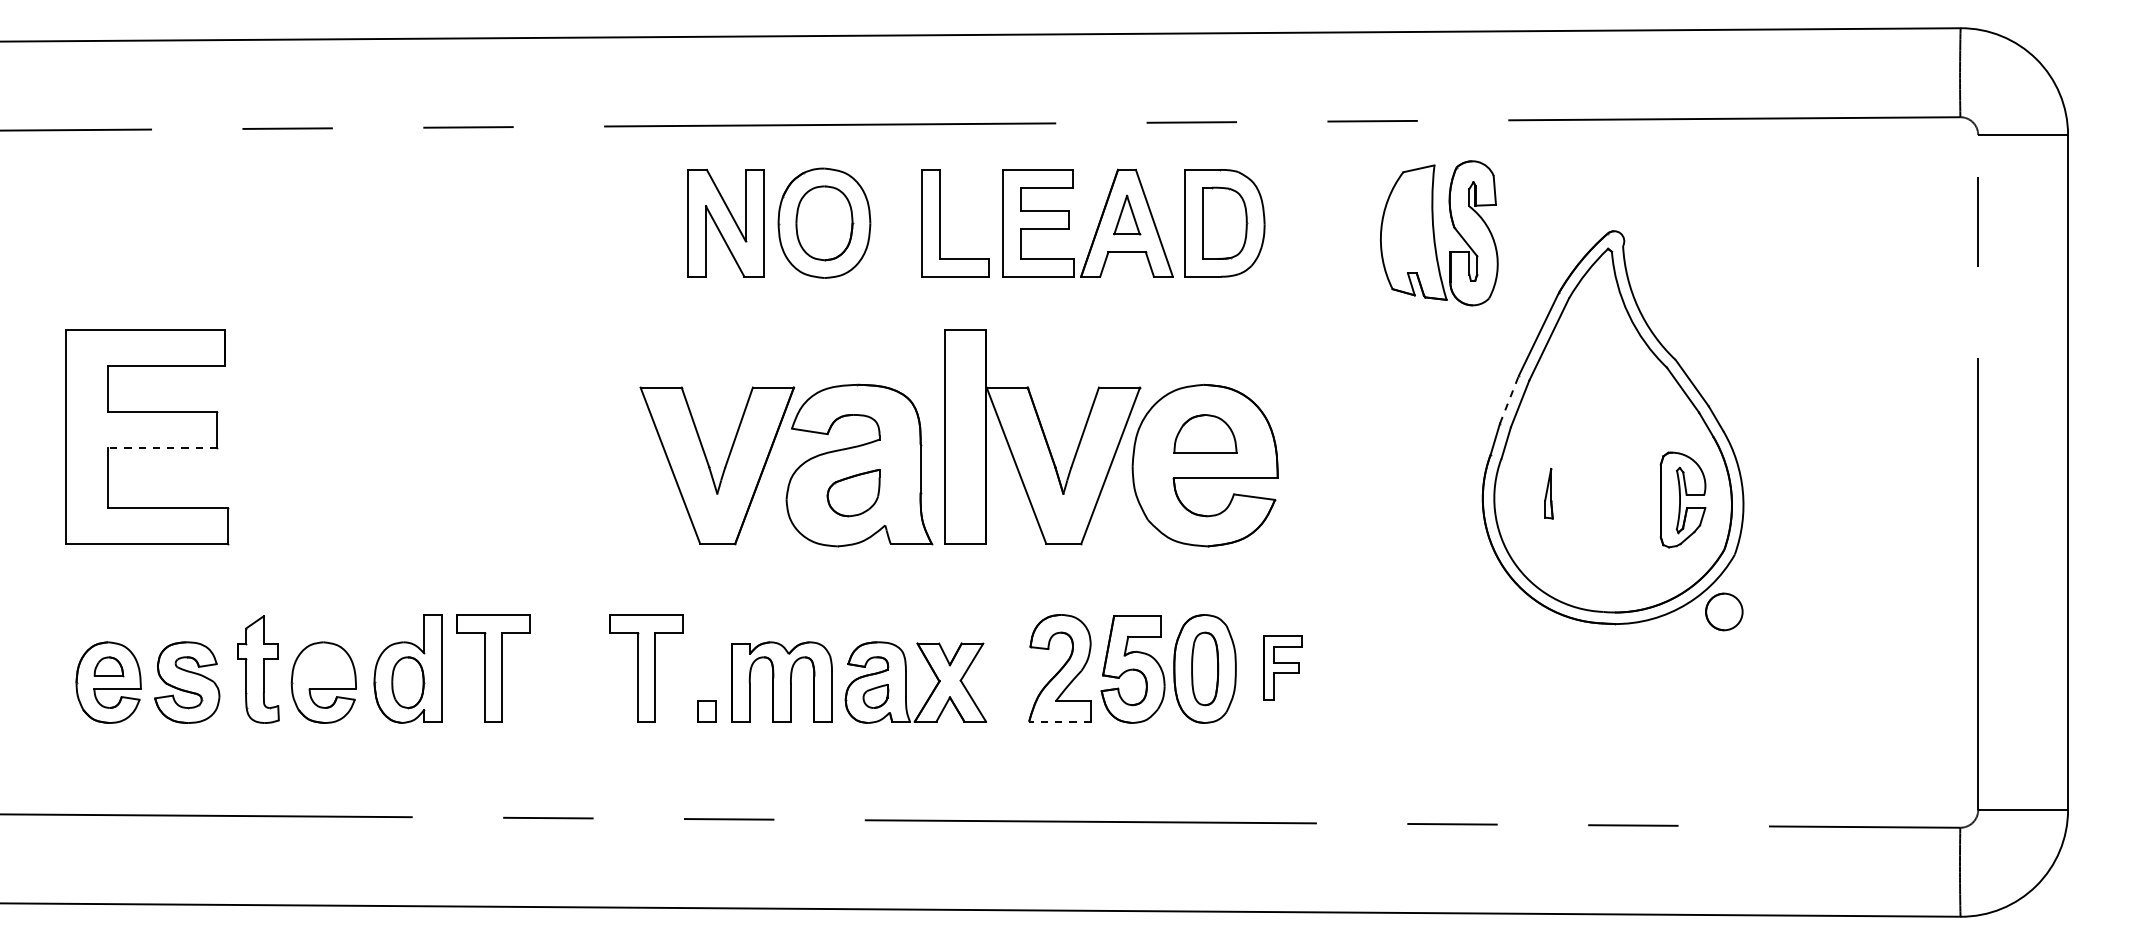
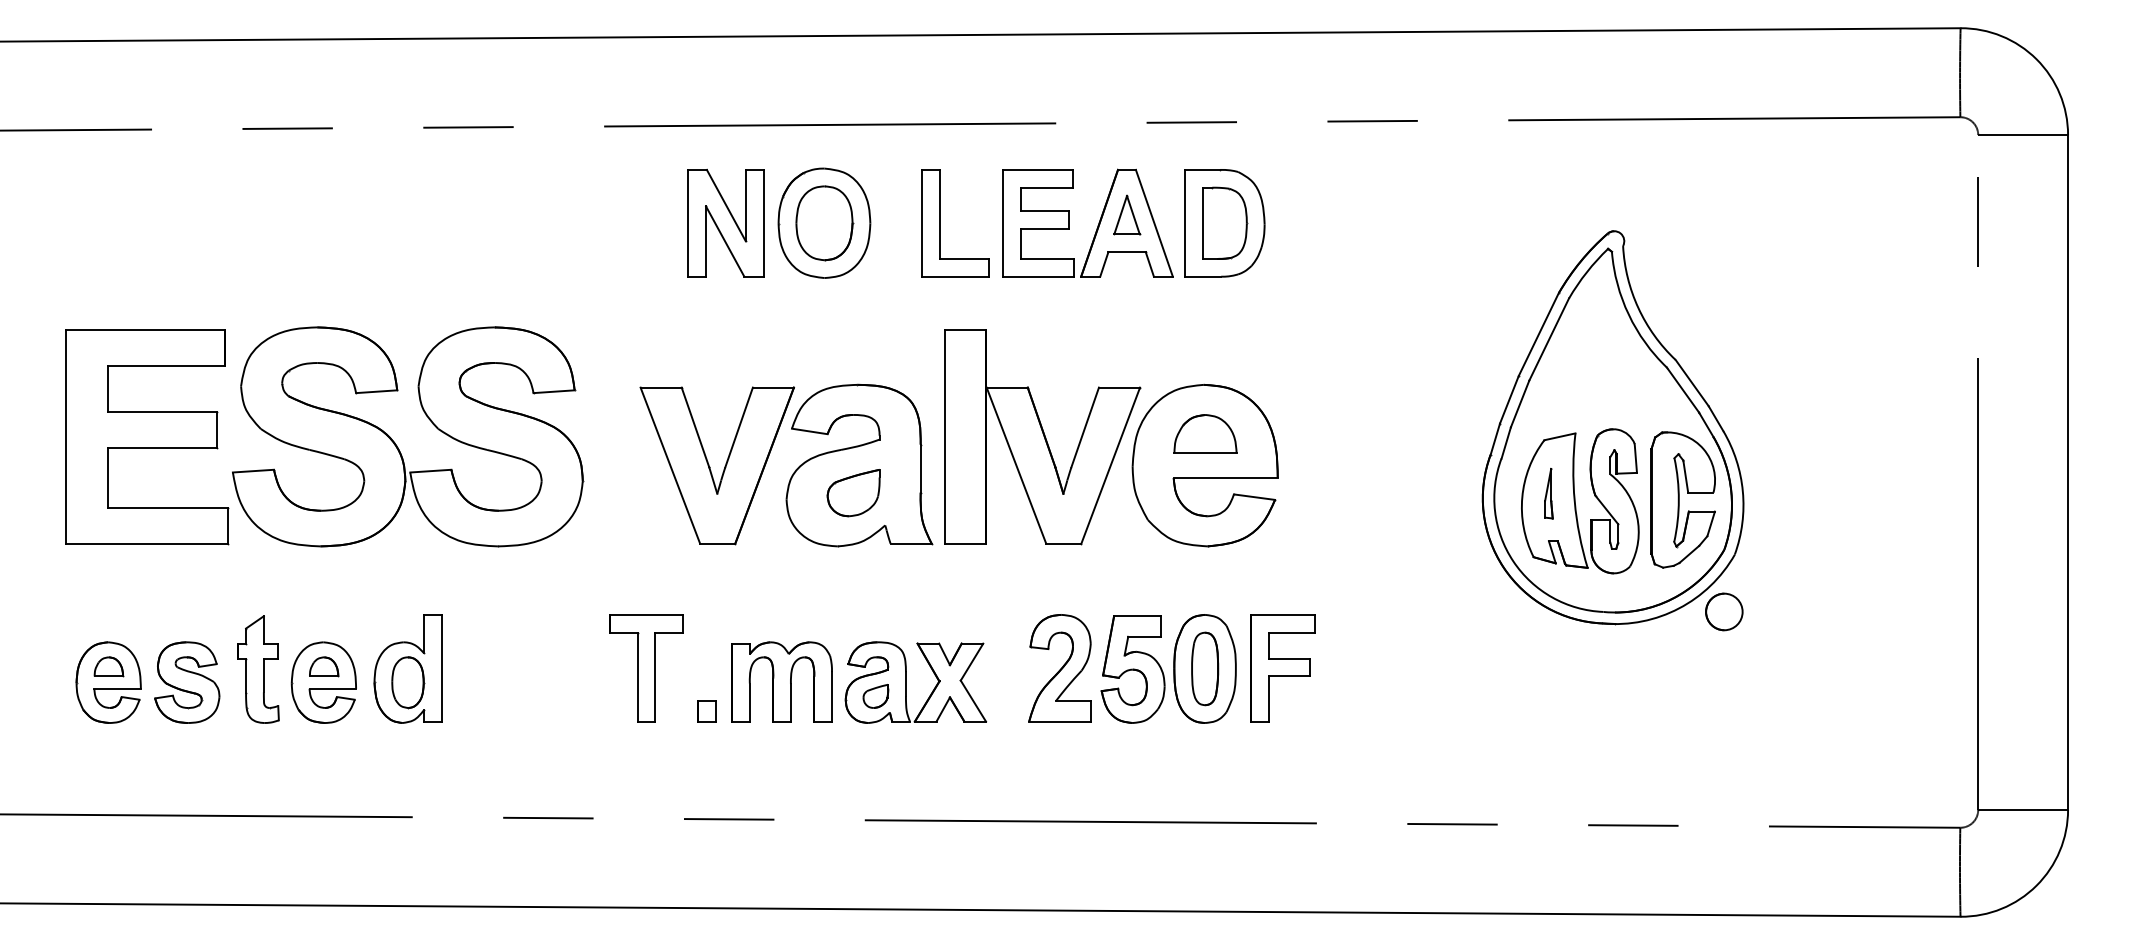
part at (1439, 233) position: (1439, 233) -> (1580, 501)
line at (1509, 399): dashed -> solid
part at (397, 445): none -> present
line at (162, 447): dashed -> solid
part at (1682, 499) size: 48x98 px -> 66x138 px
part at (324, 666): none -> present
part at (1282, 667) size: 40x66 px -> 66x109 px
part at (493, 668): present -> none
line at (1059, 721): dashed -> solid
